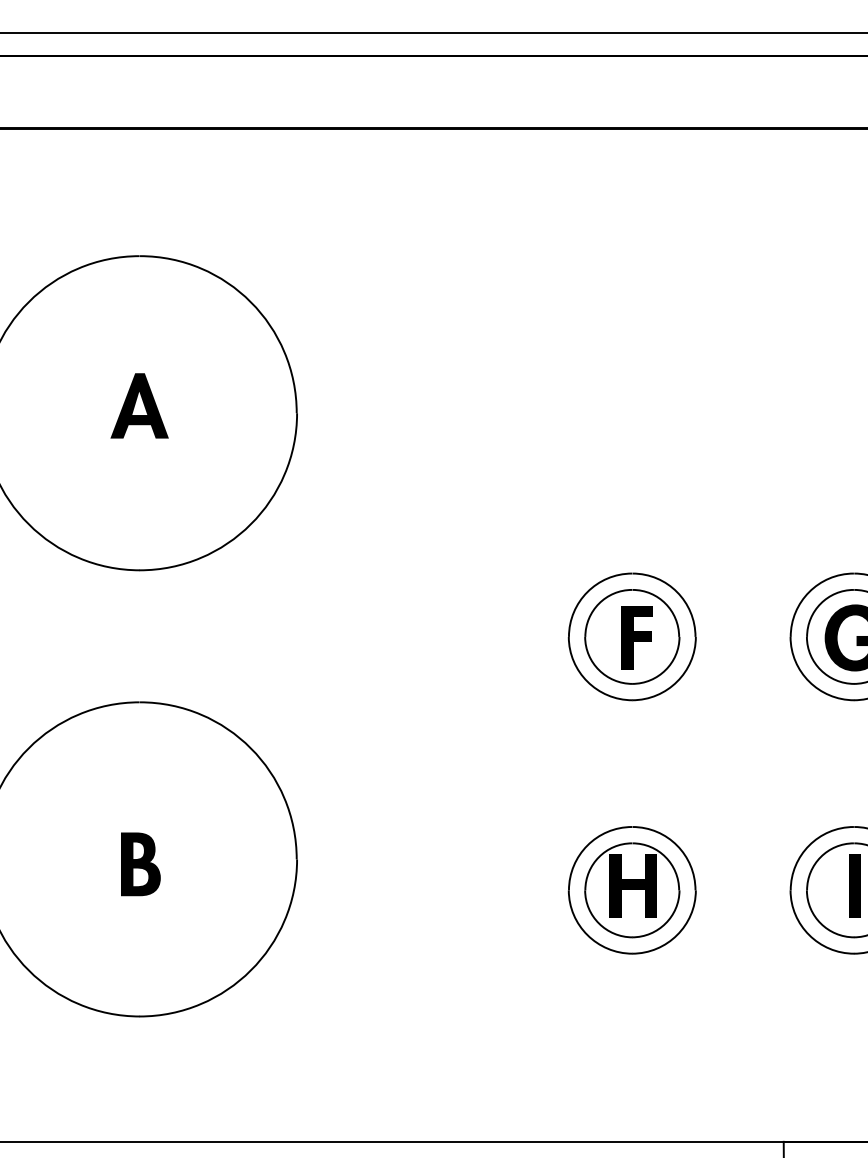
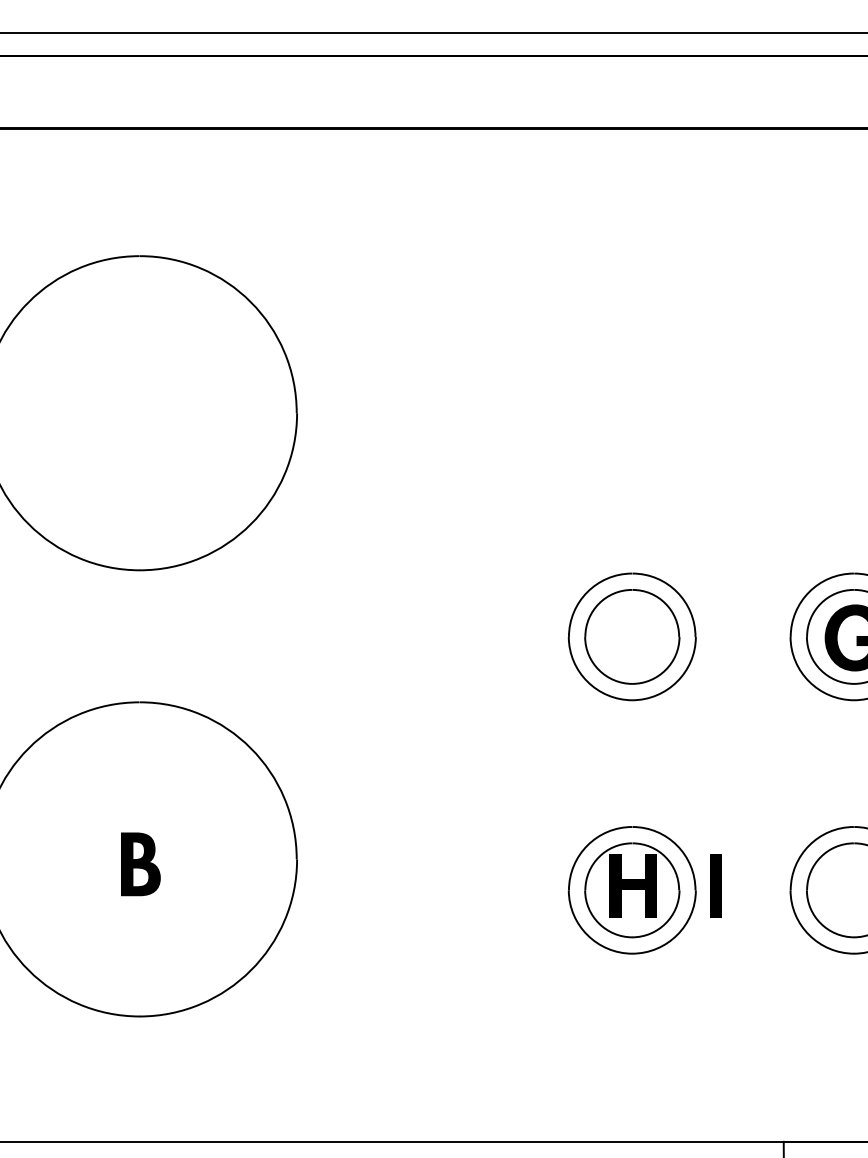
part at (139, 405): present -> none
fill at (636, 637): present -> none
part at (854, 885) position: (854, 885) -> (715, 885)
